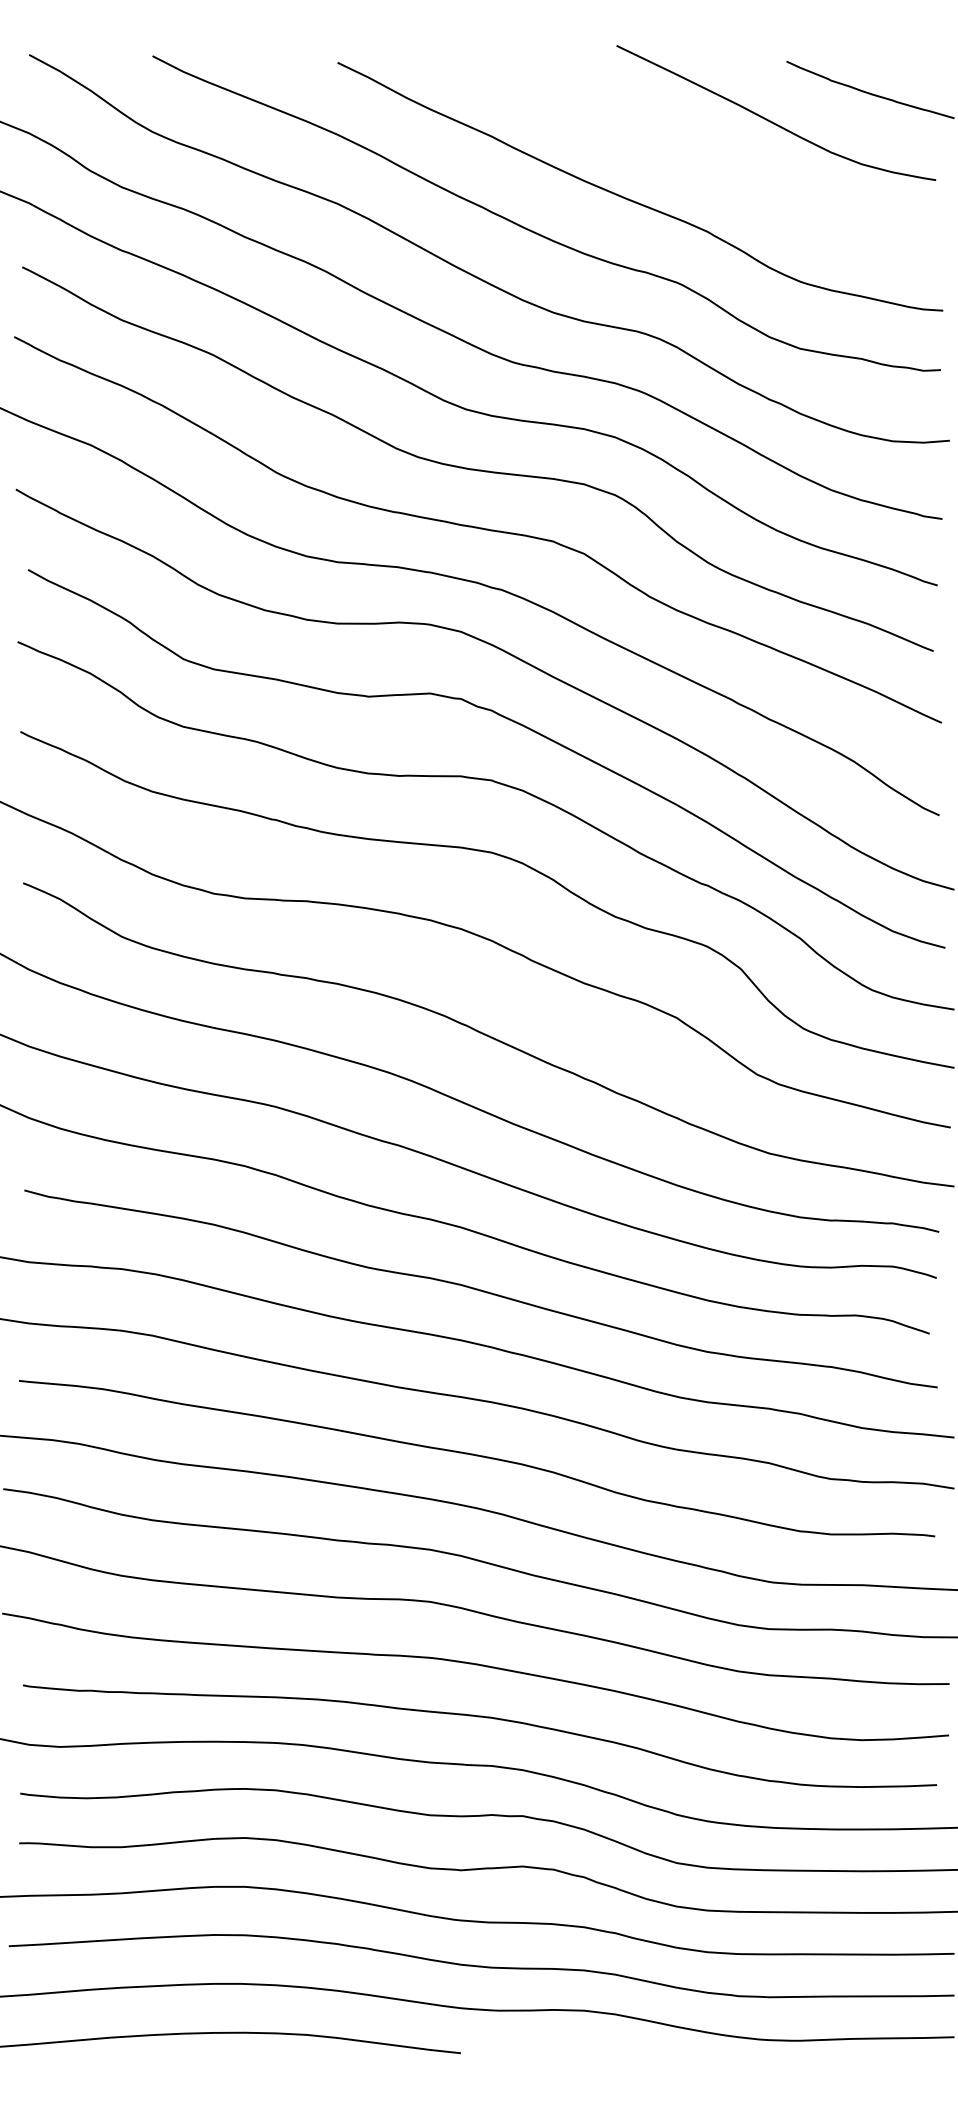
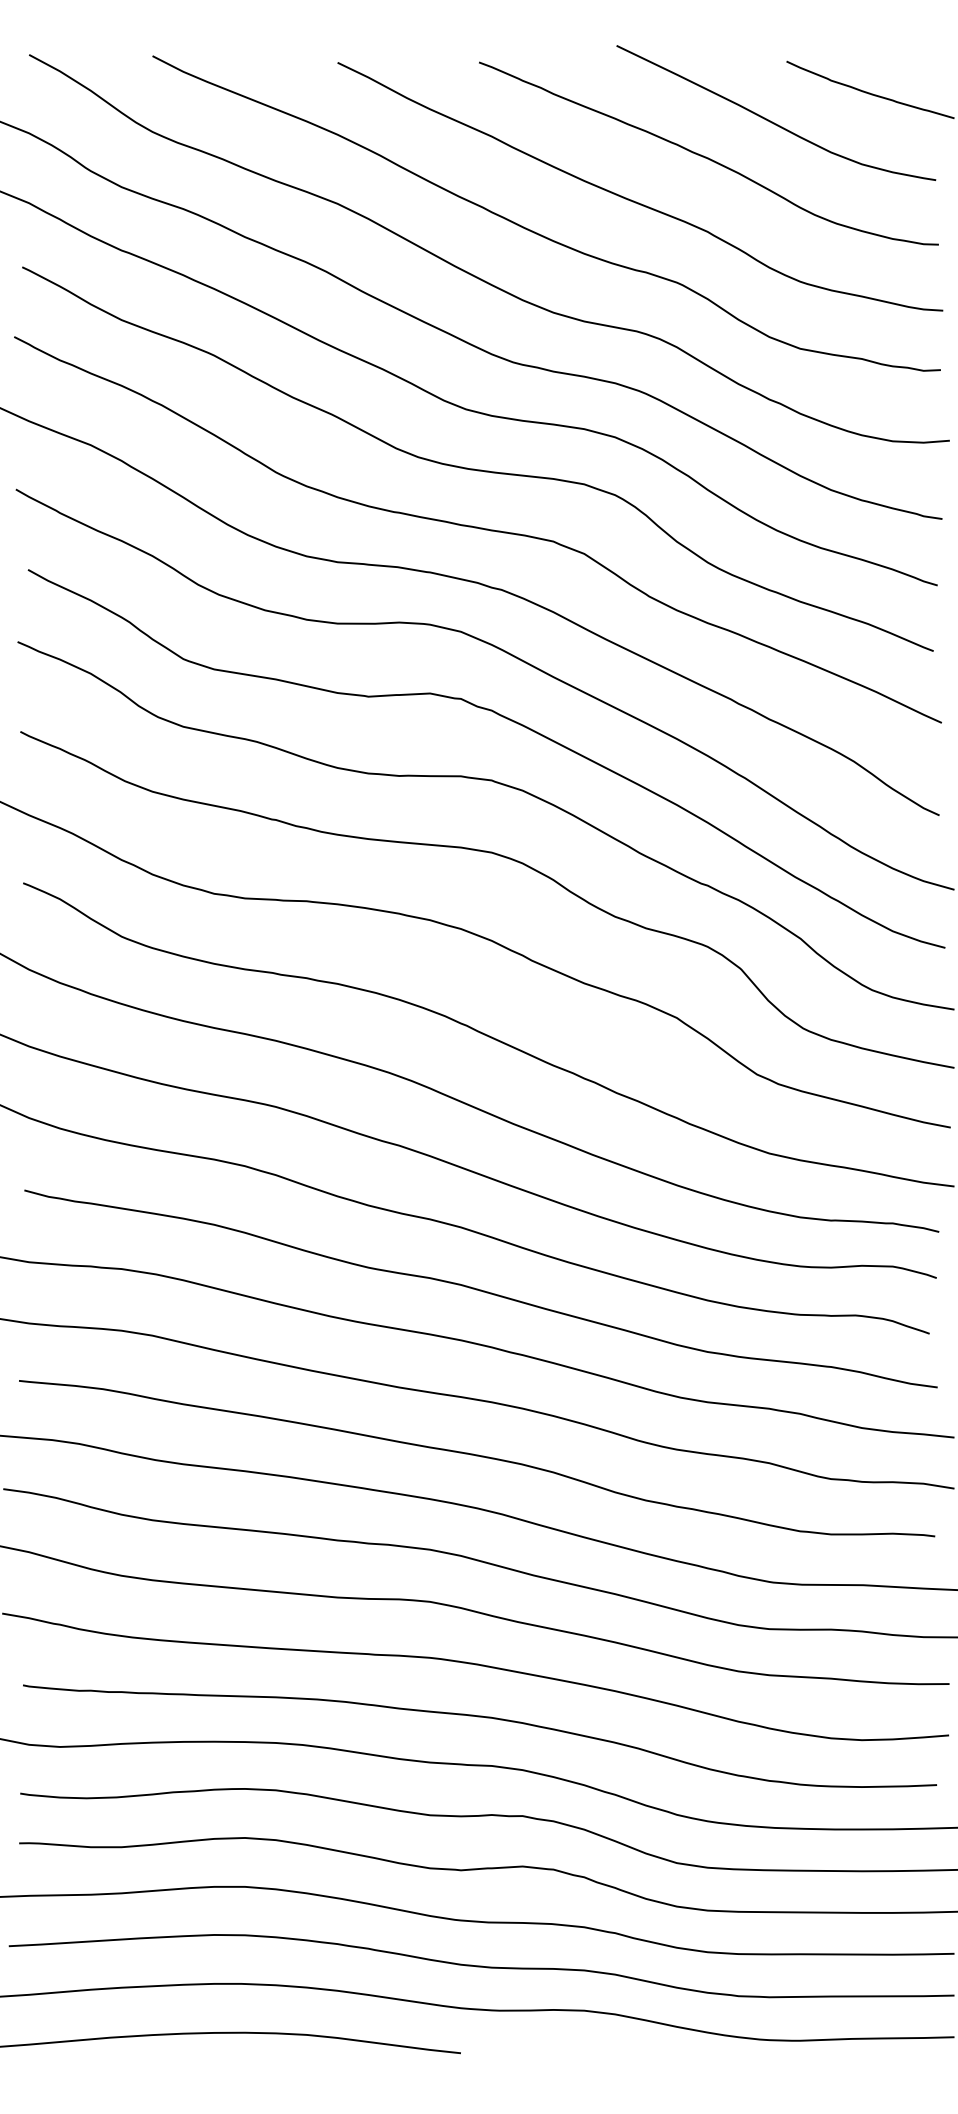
curve at (706, 156): none -> present
